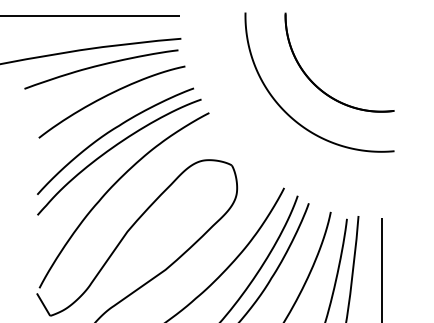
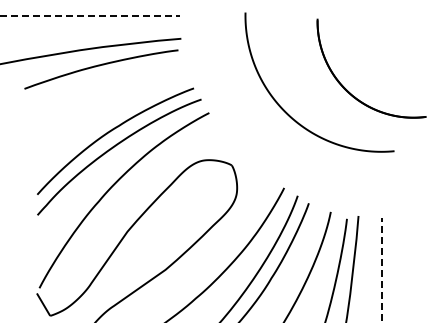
line at (89, 15): solid -> dashed
part at (316, 84) position: (316, 84) -> (348, 90)
curve at (109, 95): present -> none
line at (381, 269): solid -> dashed
